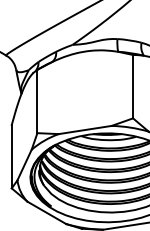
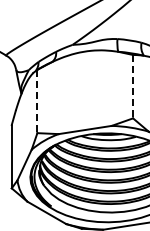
line at (133, 86): solid -> dashed
line at (37, 101): solid -> dashed
